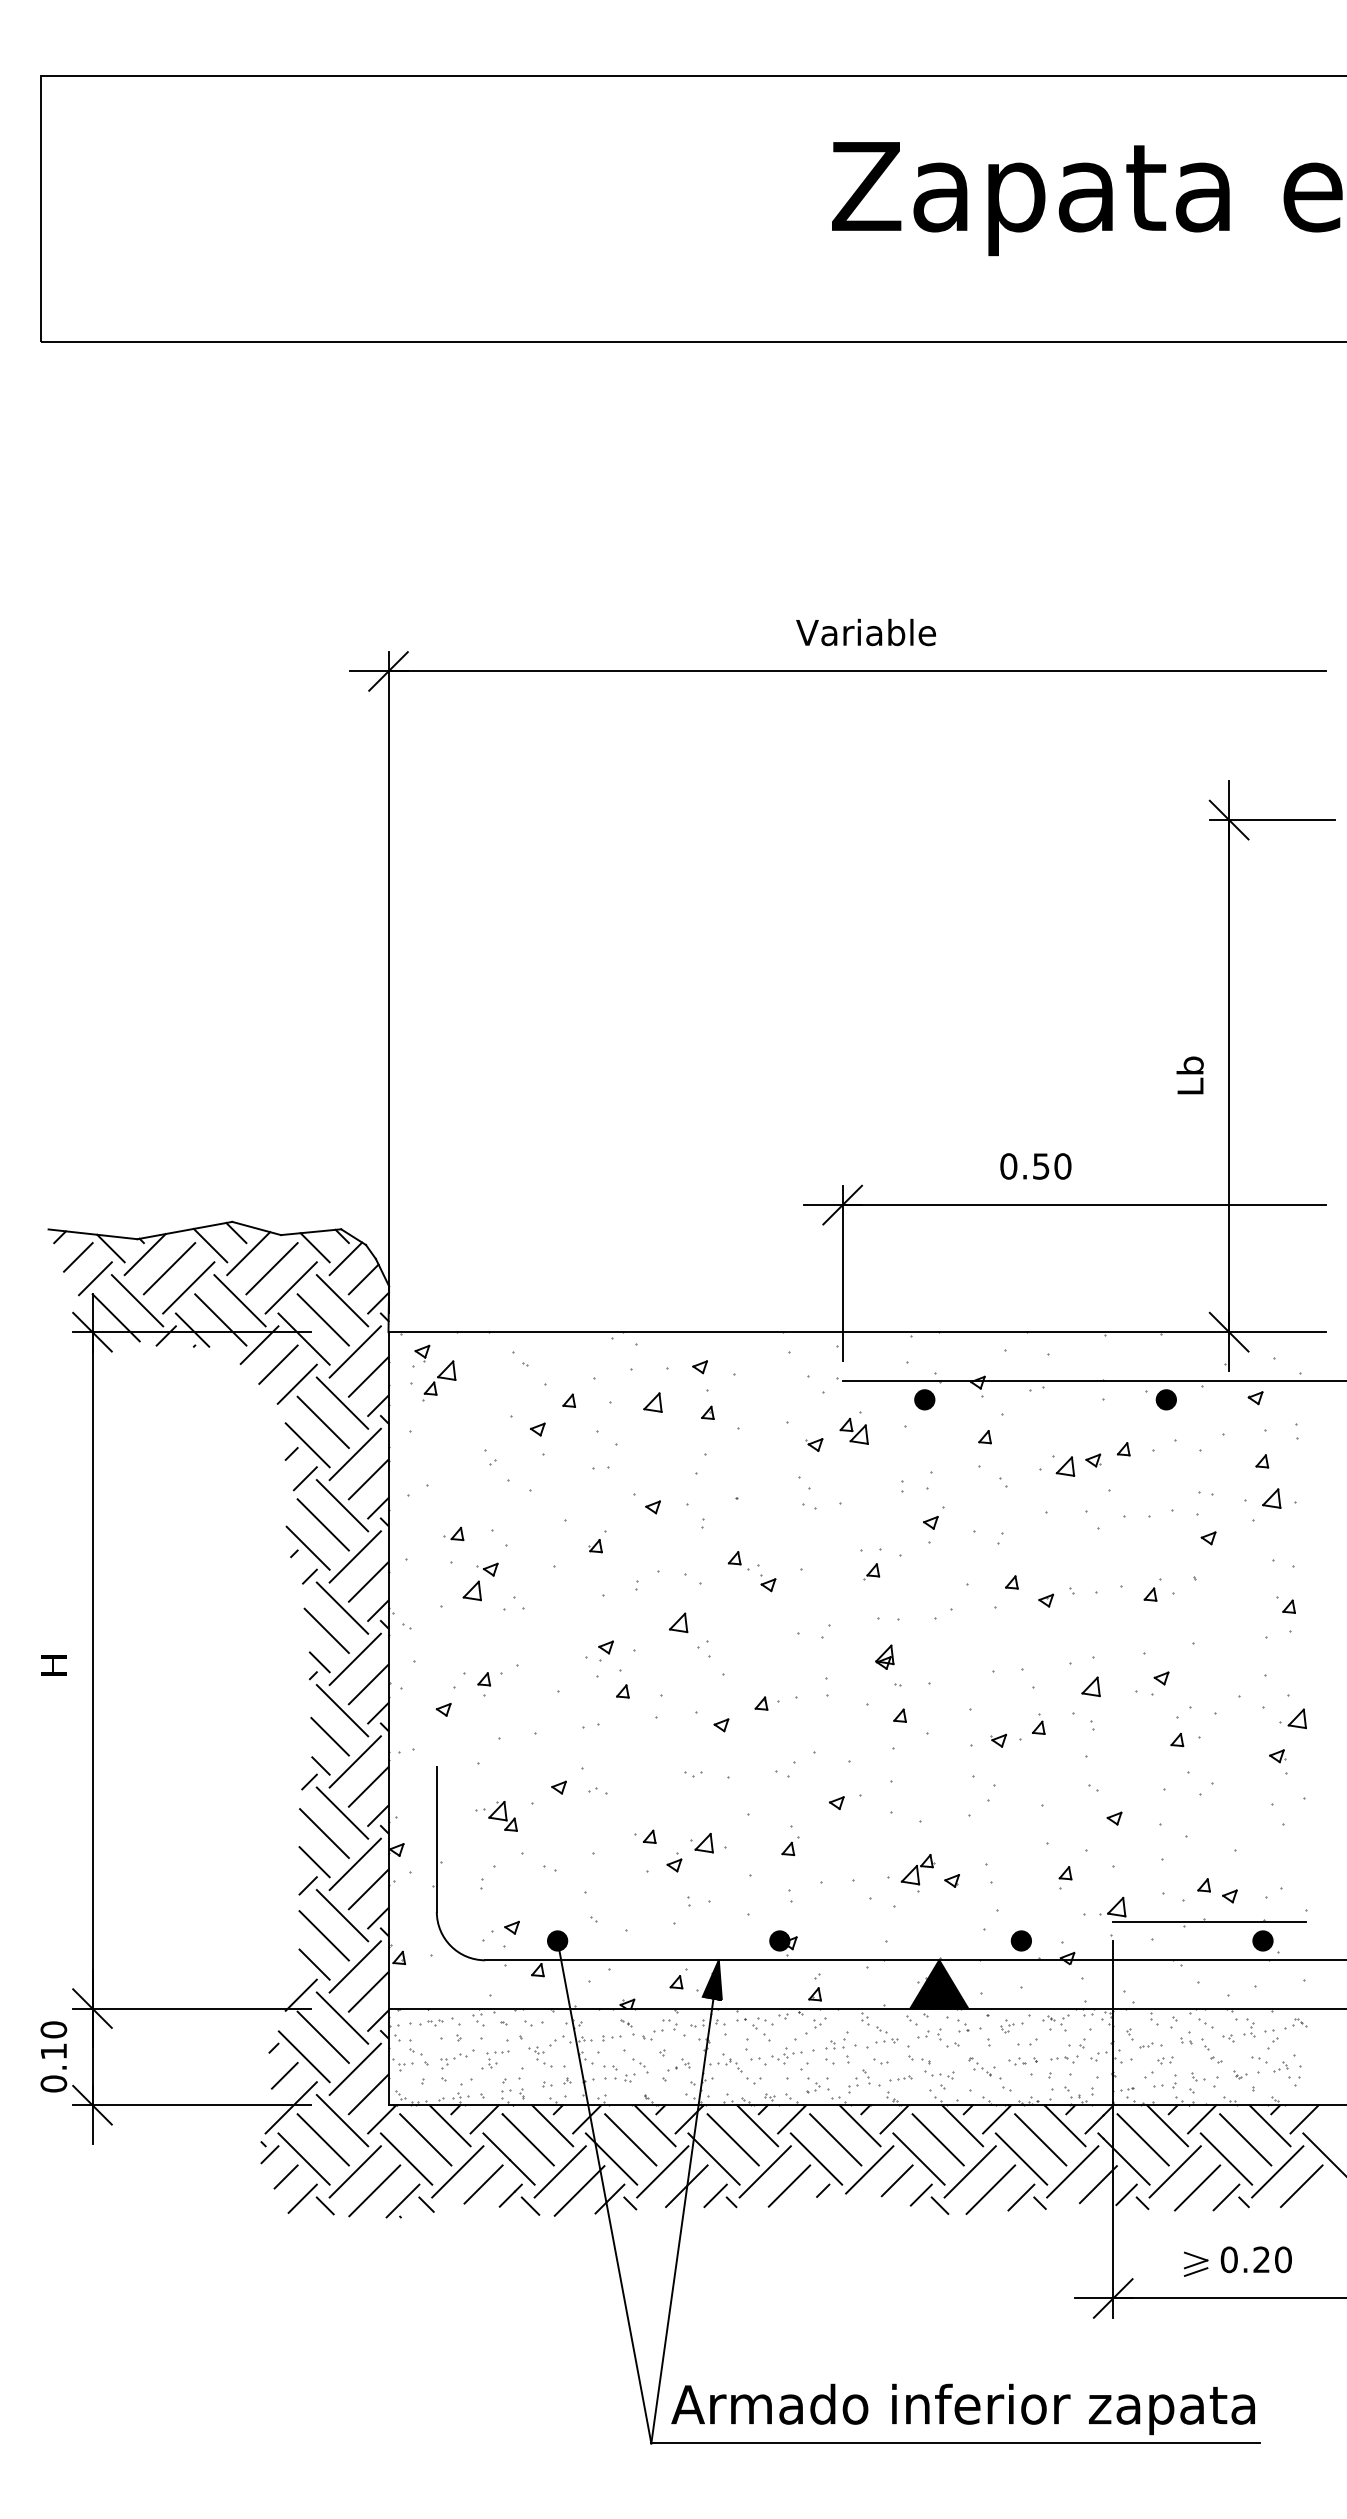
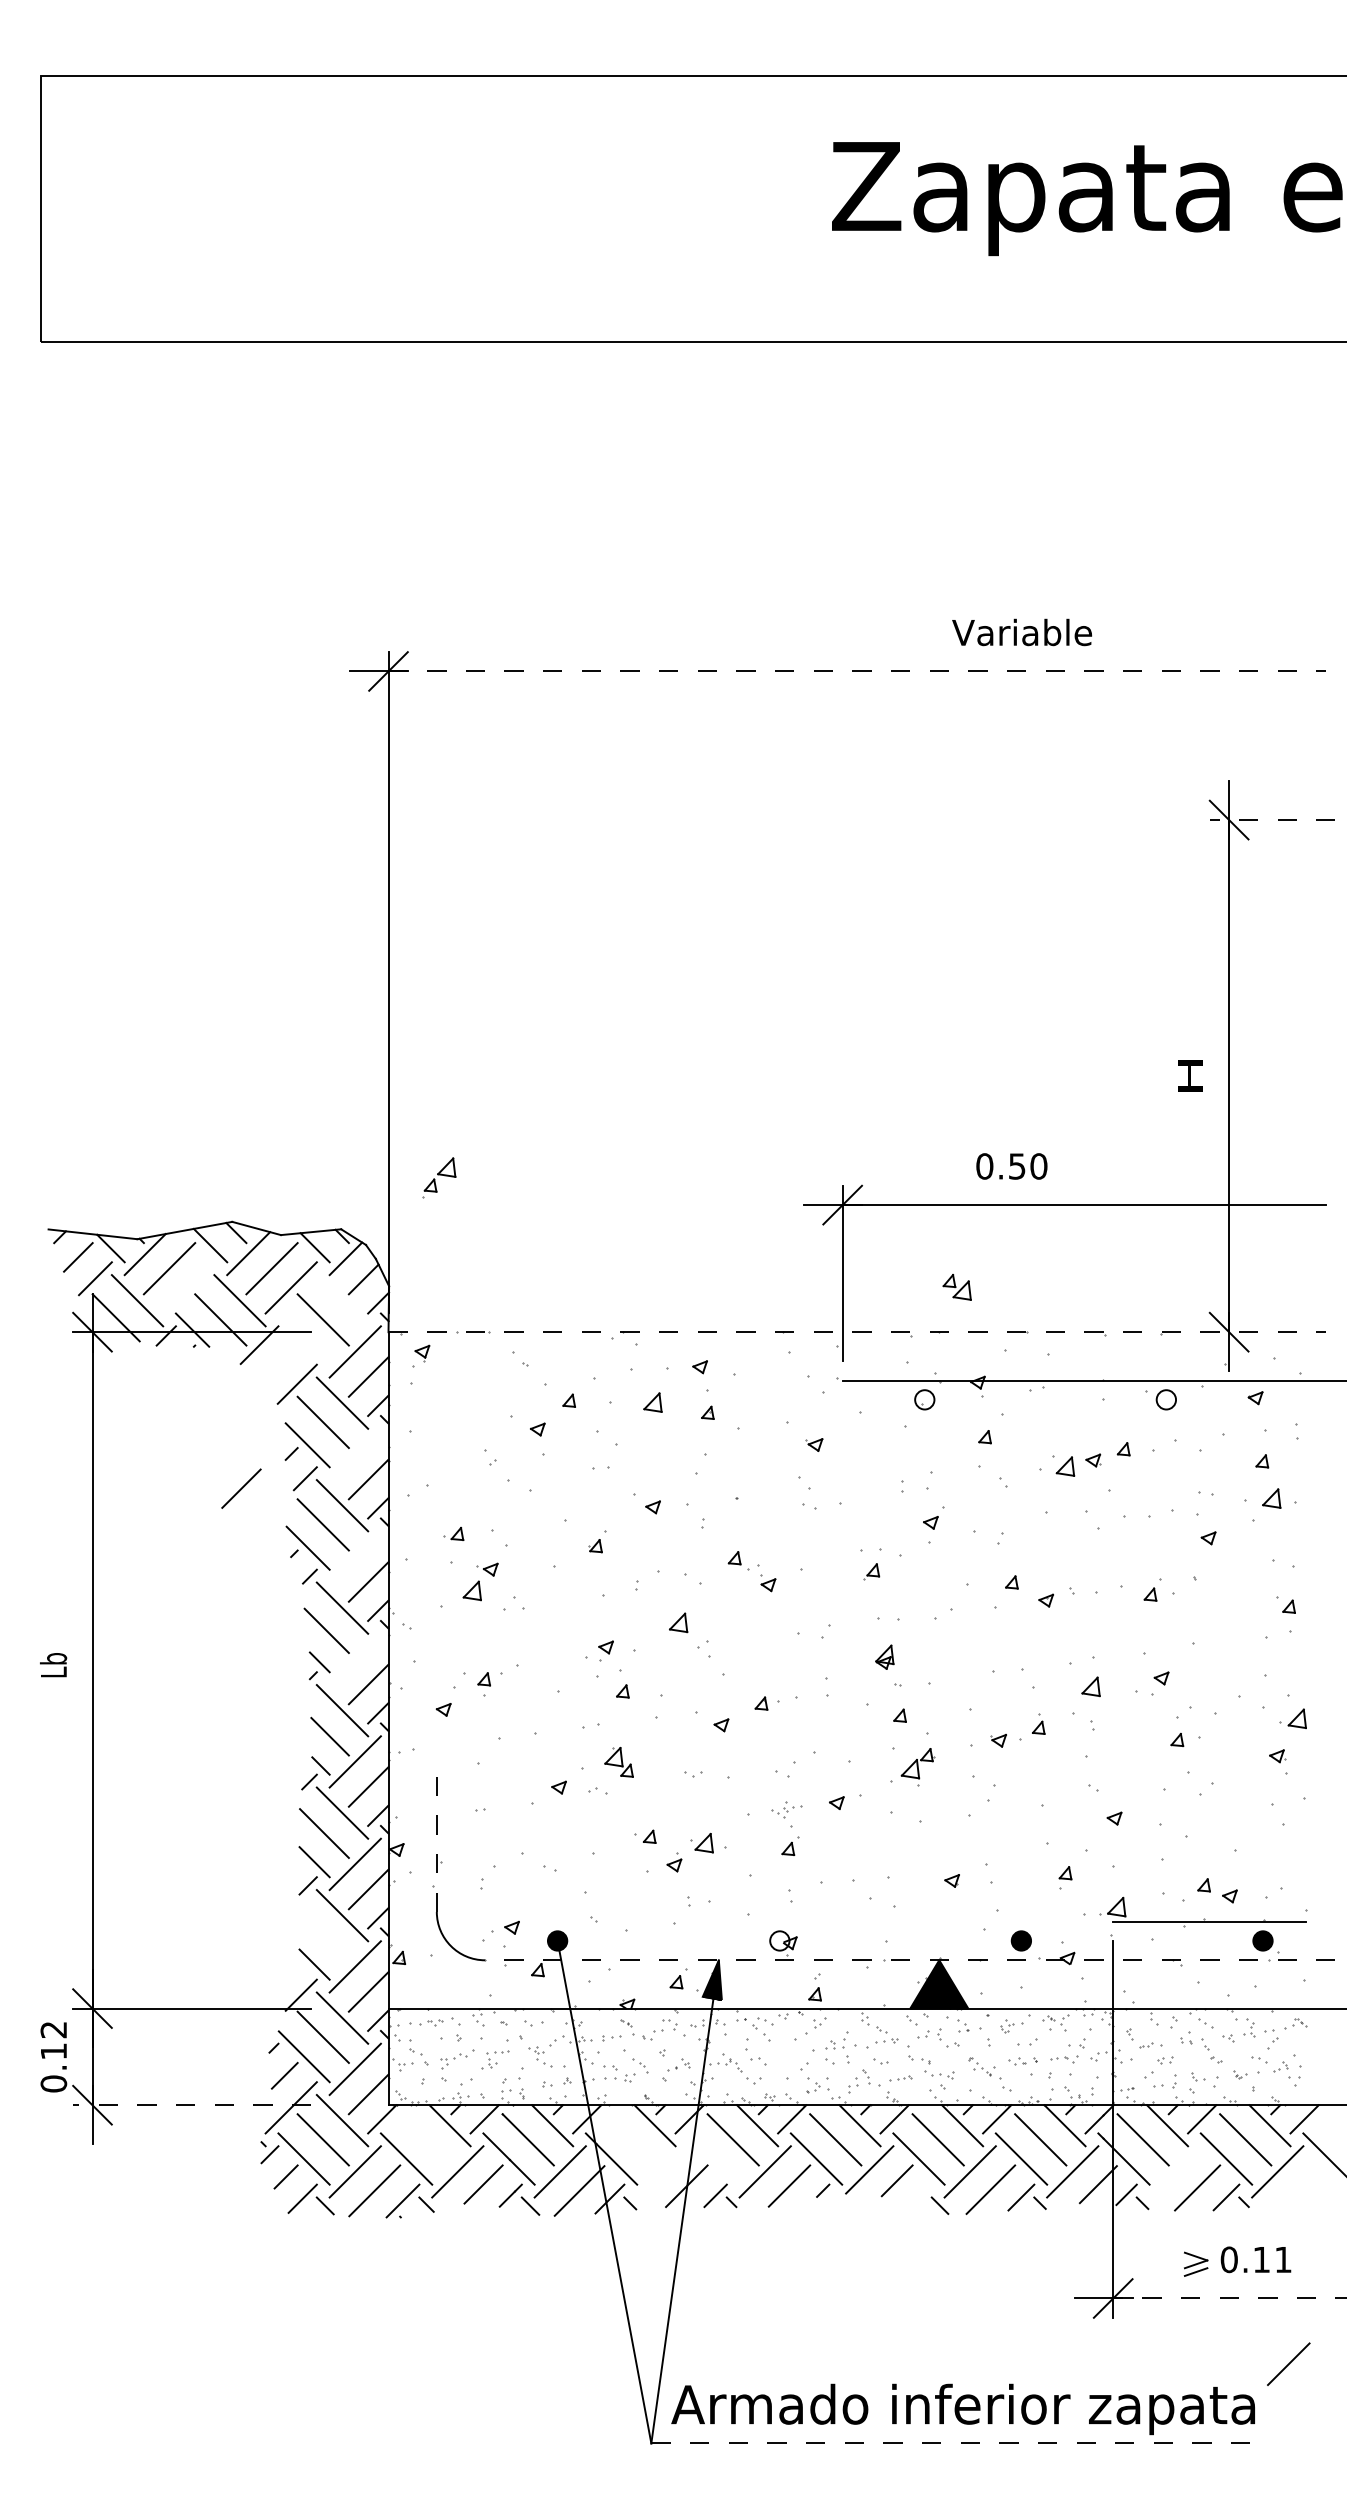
text at (865, 632) position: (865, 632) -> (1021, 632)
line at (857, 671): solid -> dashed
line at (1272, 820): solid -> dashed
text at (1189, 1075): Lb -> H
text at (1035, 1166) position: (1035, 1166) -> (1011, 1166)
line at (188, 1287): present -> none
line at (342, 1300): present -> none
line at (857, 1332): solid -> dashed
line at (303, 1338): present -> none
line at (278, 1364) position: (278, 1364) -> (241, 1488)
part at (439, 1380) position: (439, 1380) -> (439, 1177)
fill at (924, 1399): present -> none
fill at (1166, 1399): present -> none
part at (853, 1431) position: (853, 1431) -> (956, 1287)
line at (354, 1454): present -> none
line at (354, 1556): present -> none
line at (354, 1659): present -> none
text at (53, 1665): H -> Lb
part at (502, 1816) position: (502, 1816) -> (618, 1762)
line at (436, 1839): solid -> dashed
part at (917, 1873) position: (917, 1873) -> (917, 1767)
line at (323, 1935): present -> none
fill at (779, 1940): present -> none
line at (915, 1960): solid -> dashed
text at (53, 2029): 0.10 -> 0.12
part at (786, 2055) position: (786, 2055) -> (786, 1809)
line at (191, 2105): solid -> dashed
line at (425, 2139): present -> none
line at (630, 2139): present -> none
line at (713, 2158): present -> none
line at (662, 2171): present -> none
line at (1174, 2171): present -> none
line at (1301, 2185) position: (1301, 2185) -> (1288, 2363)
line at (920, 2194): present -> none
text at (1272, 2259): 0.20 -> 0.11
line at (1230, 2298): solid -> dashed
line at (956, 2443): solid -> dashed
